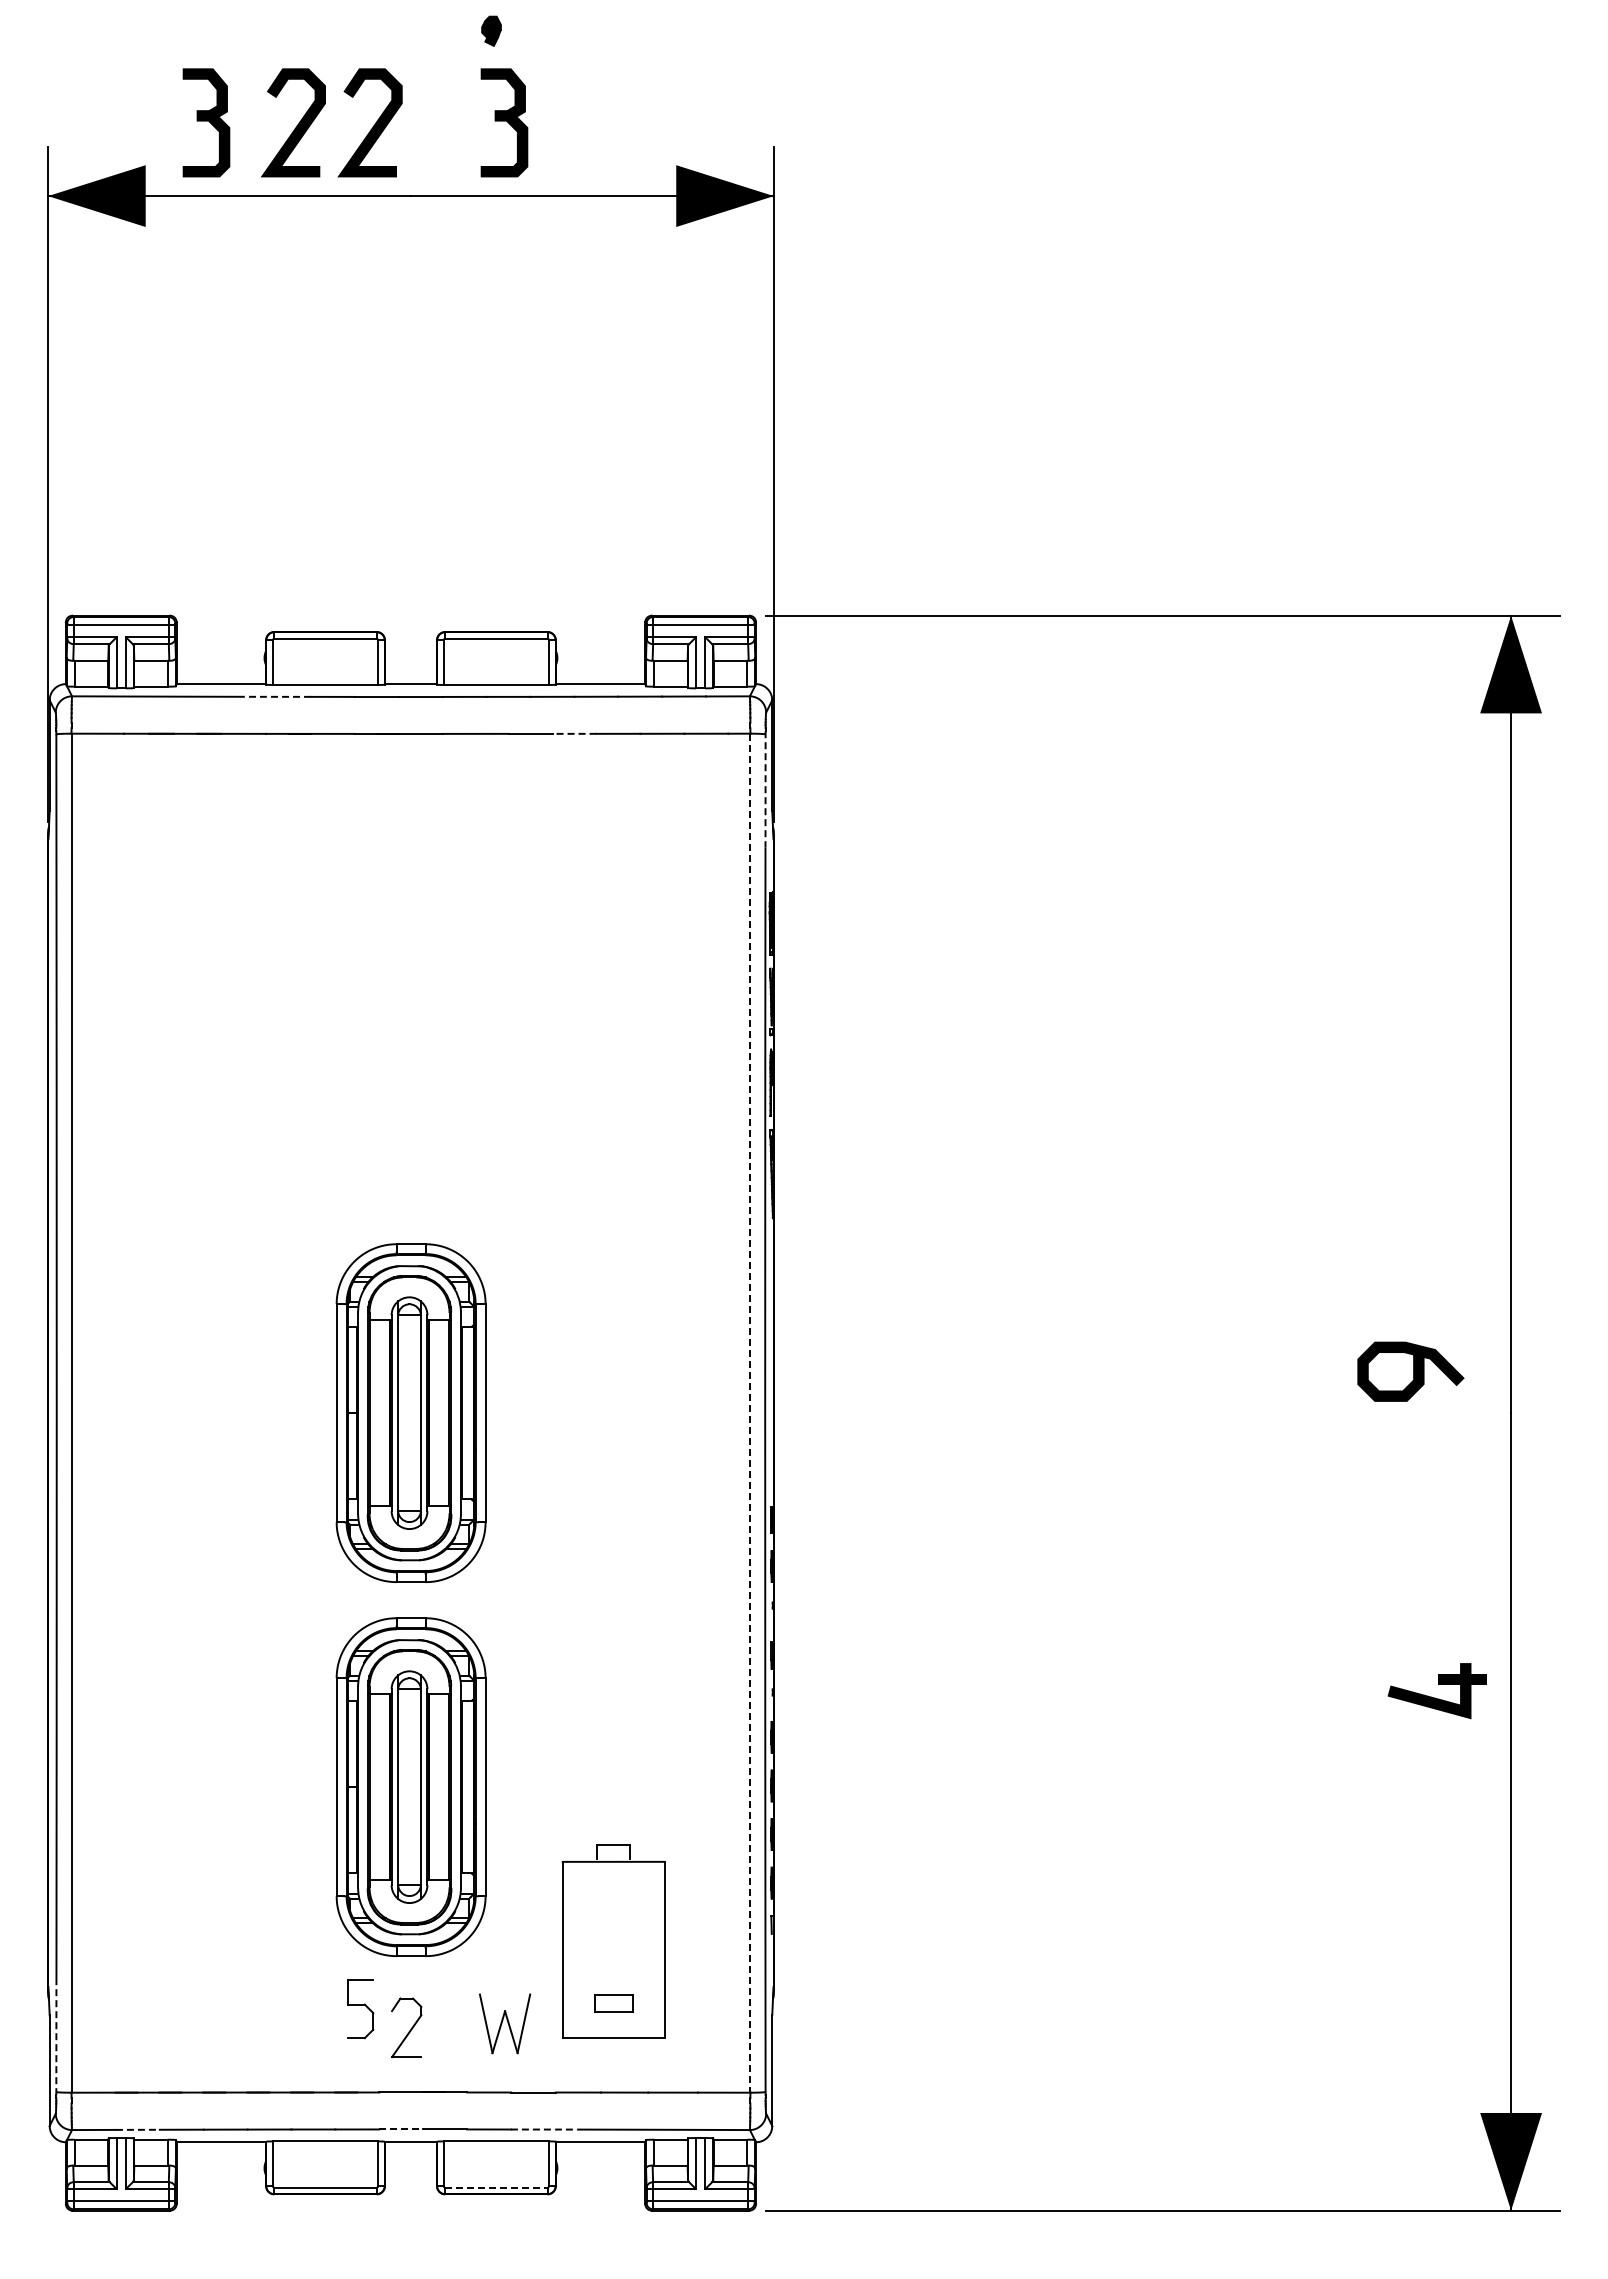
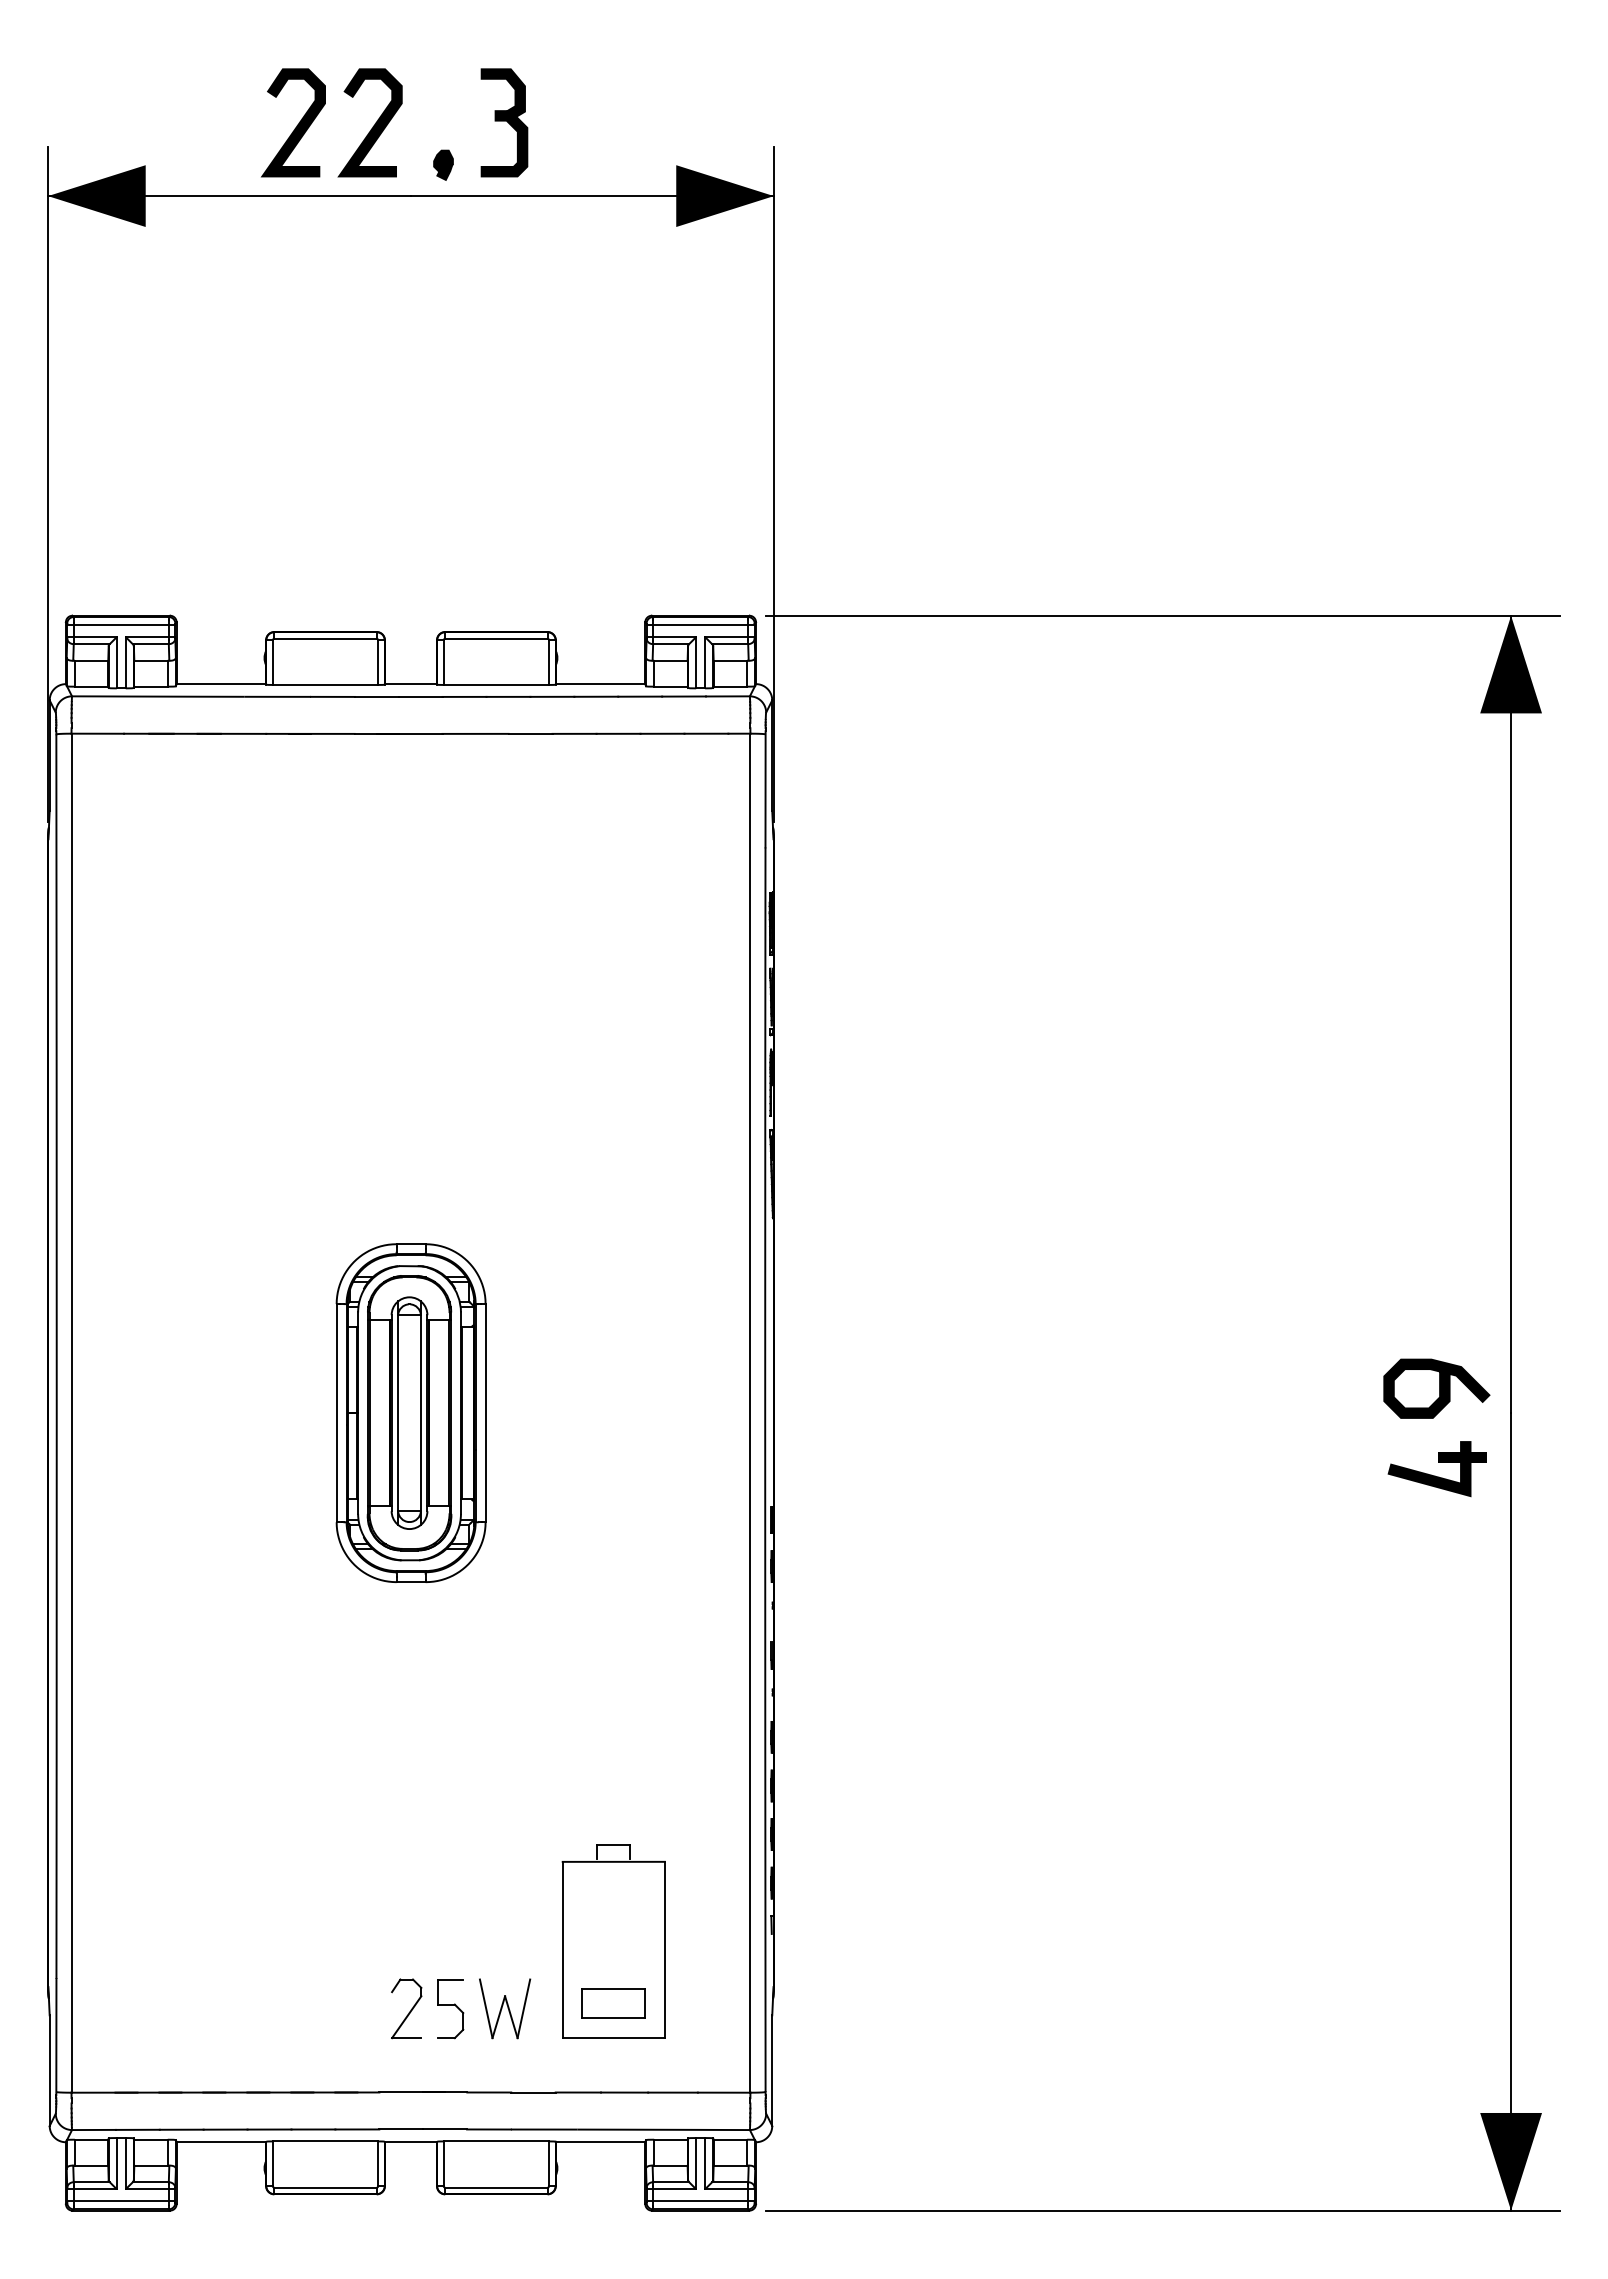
part at (491, 30) position: (491, 30) -> (443, 164)
part at (206, 122): present -> none
line at (276, 696): dashed -> solid
line at (574, 733): dashed -> solid
line at (765, 789): dashed -> solid
curve at (1413, 1371) position: (1413, 1371) -> (1439, 1388)
line at (750, 1413): dashed -> solid
part at (1435, 1697) position: (1435, 1697) -> (1435, 1475)
part at (410, 1786): present -> none
part at (613, 2003) size: 40x19 px -> 65x31 px
part at (360, 2009) position: (360, 2009) -> (450, 2009)
part at (505, 2023) position: (505, 2023) -> (505, 2008)
part at (406, 2027) position: (406, 2027) -> (406, 2008)
line at (56, 2036): dashed -> solid
line at (137, 2129): dashed -> solid
line at (401, 2129): dashed -> solid
line at (545, 2129): dashed -> solid
line at (496, 2187): dashed -> solid
